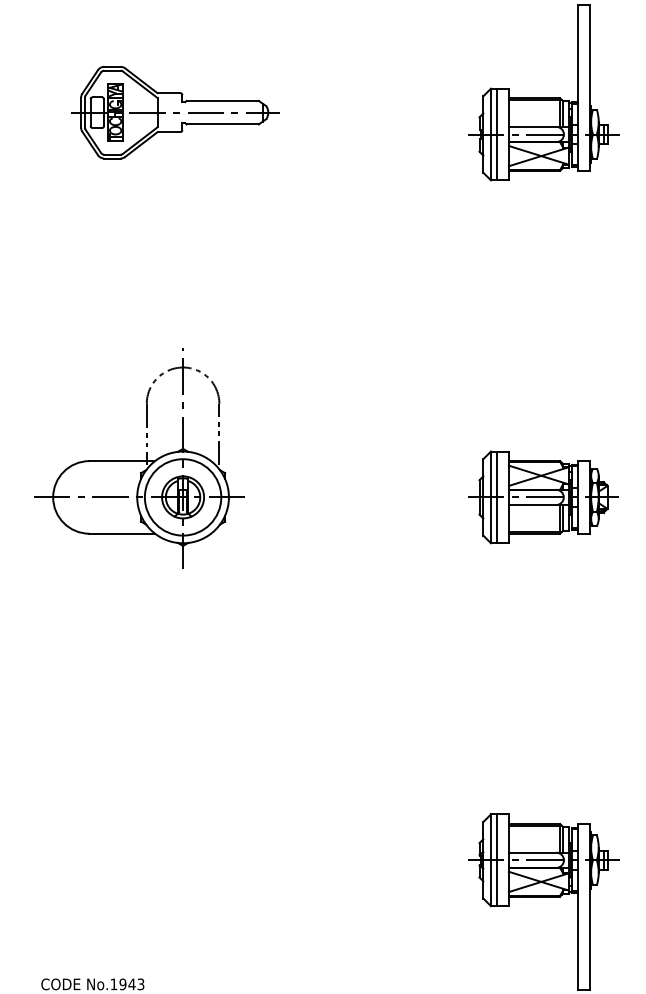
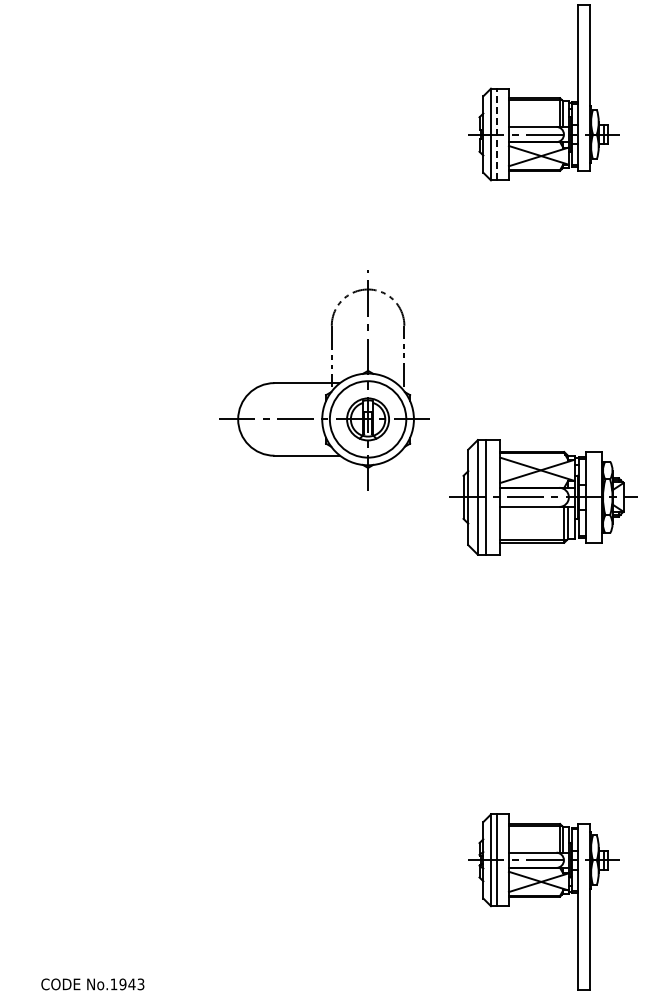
part at (175, 112): present -> none
line at (497, 134): solid -> dashed
part at (139, 458) position: (139, 458) -> (324, 380)
part at (543, 497) size: 151x95 px -> 189x117 px
